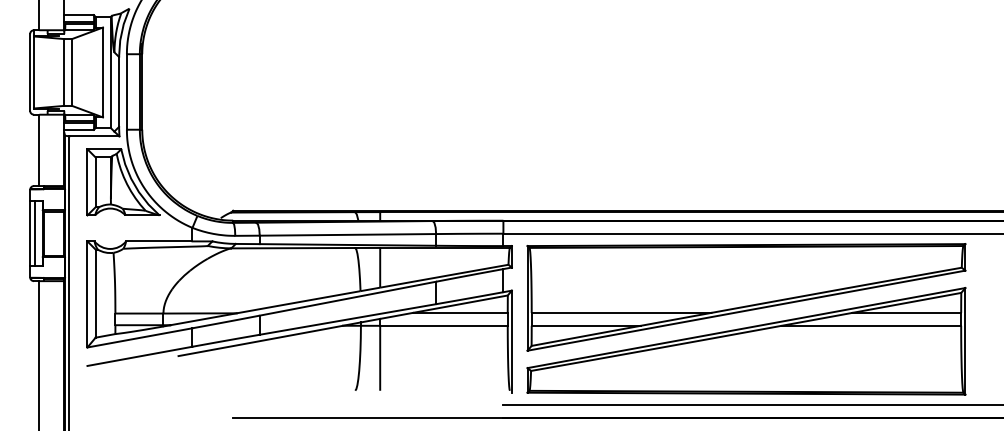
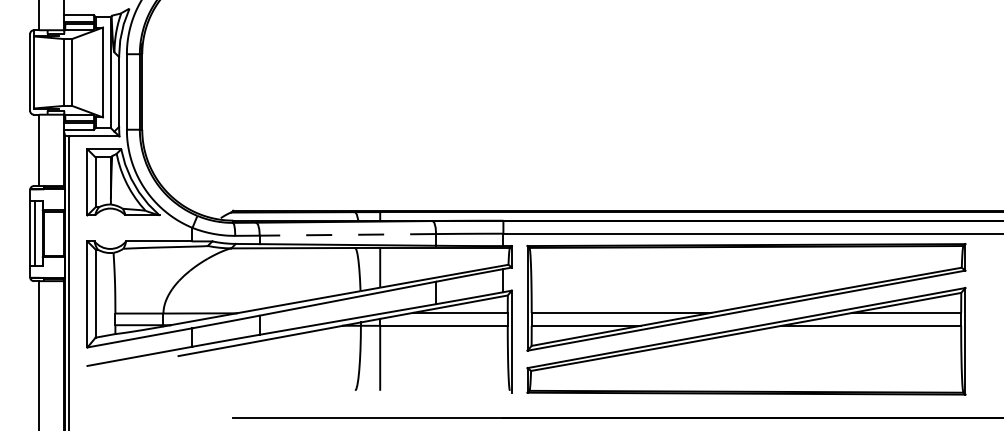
line at (347, 234): solid -> dashed
line at (751, 405): present -> none
